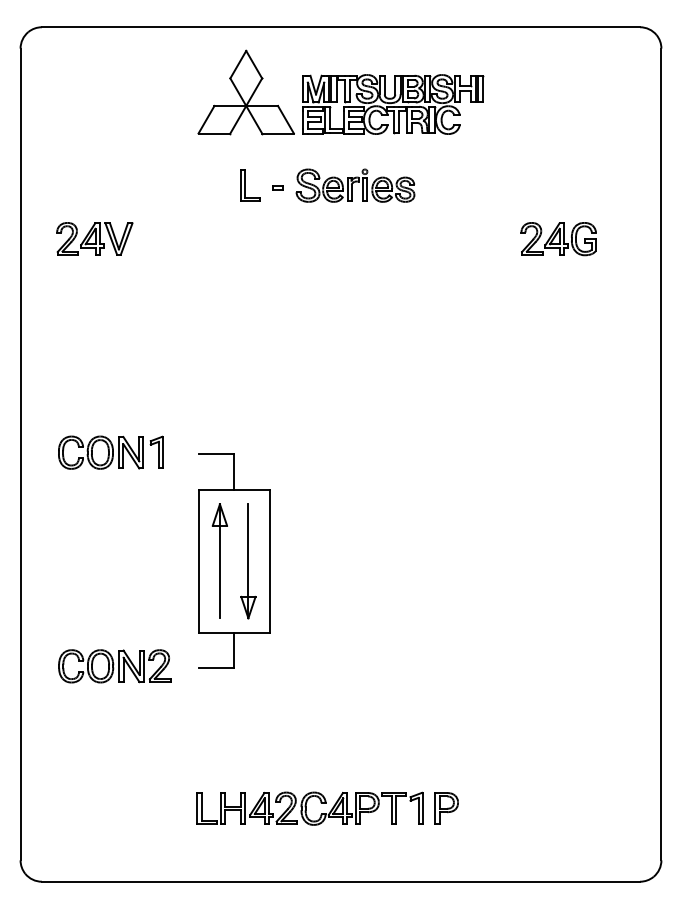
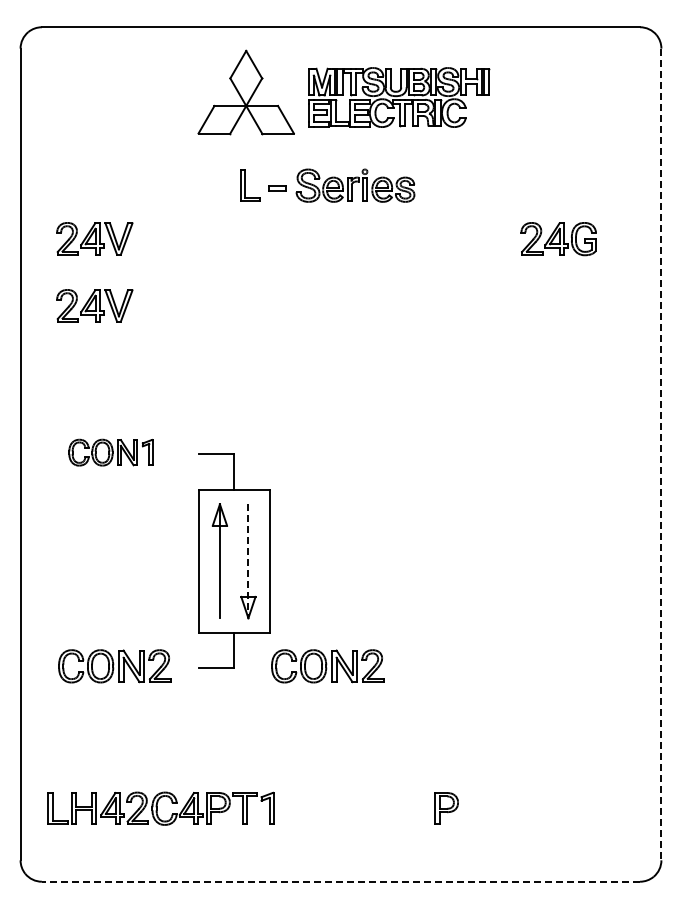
part at (393, 104) position: (393, 104) -> (399, 97)
part at (277, 187) size: 12x6 px -> 19x7 px
part at (94, 305): none -> present
part at (110, 452) size: 106x35 px -> 86x29 px
line at (661, 454): solid -> dashed
line at (248, 561): solid -> dashed
part at (327, 666): none -> present
part at (309, 808) position: (309, 808) -> (160, 808)
line at (340, 881): solid -> dashed
